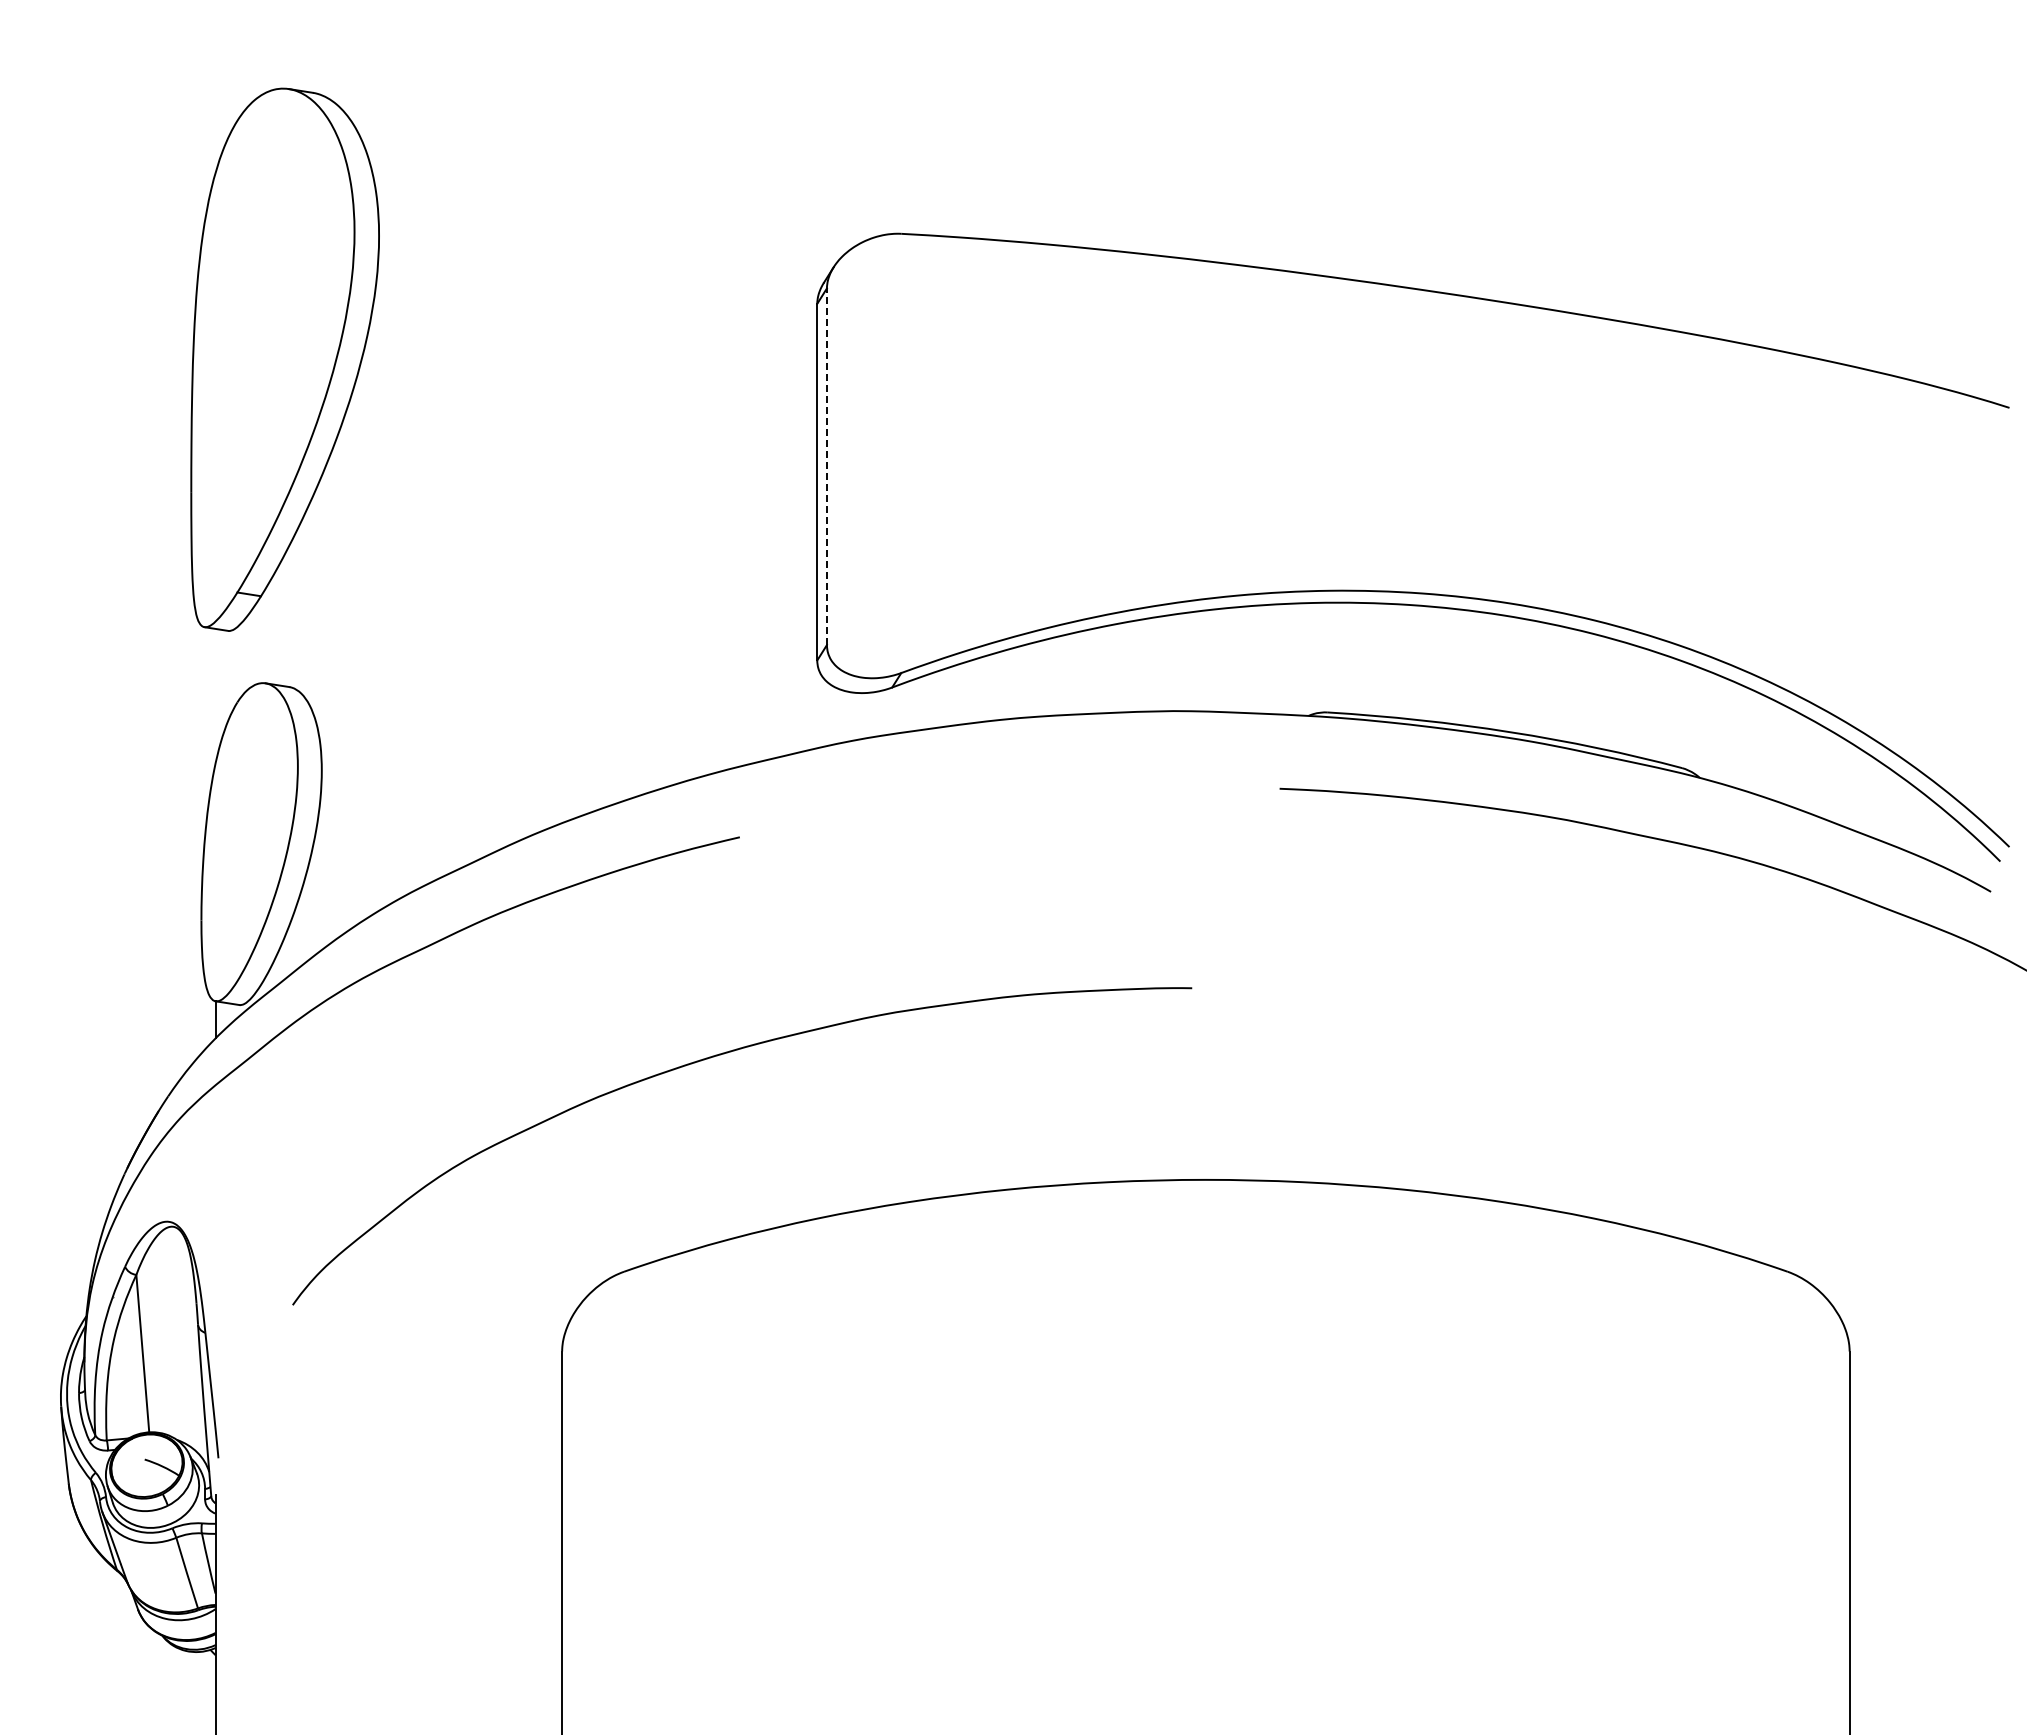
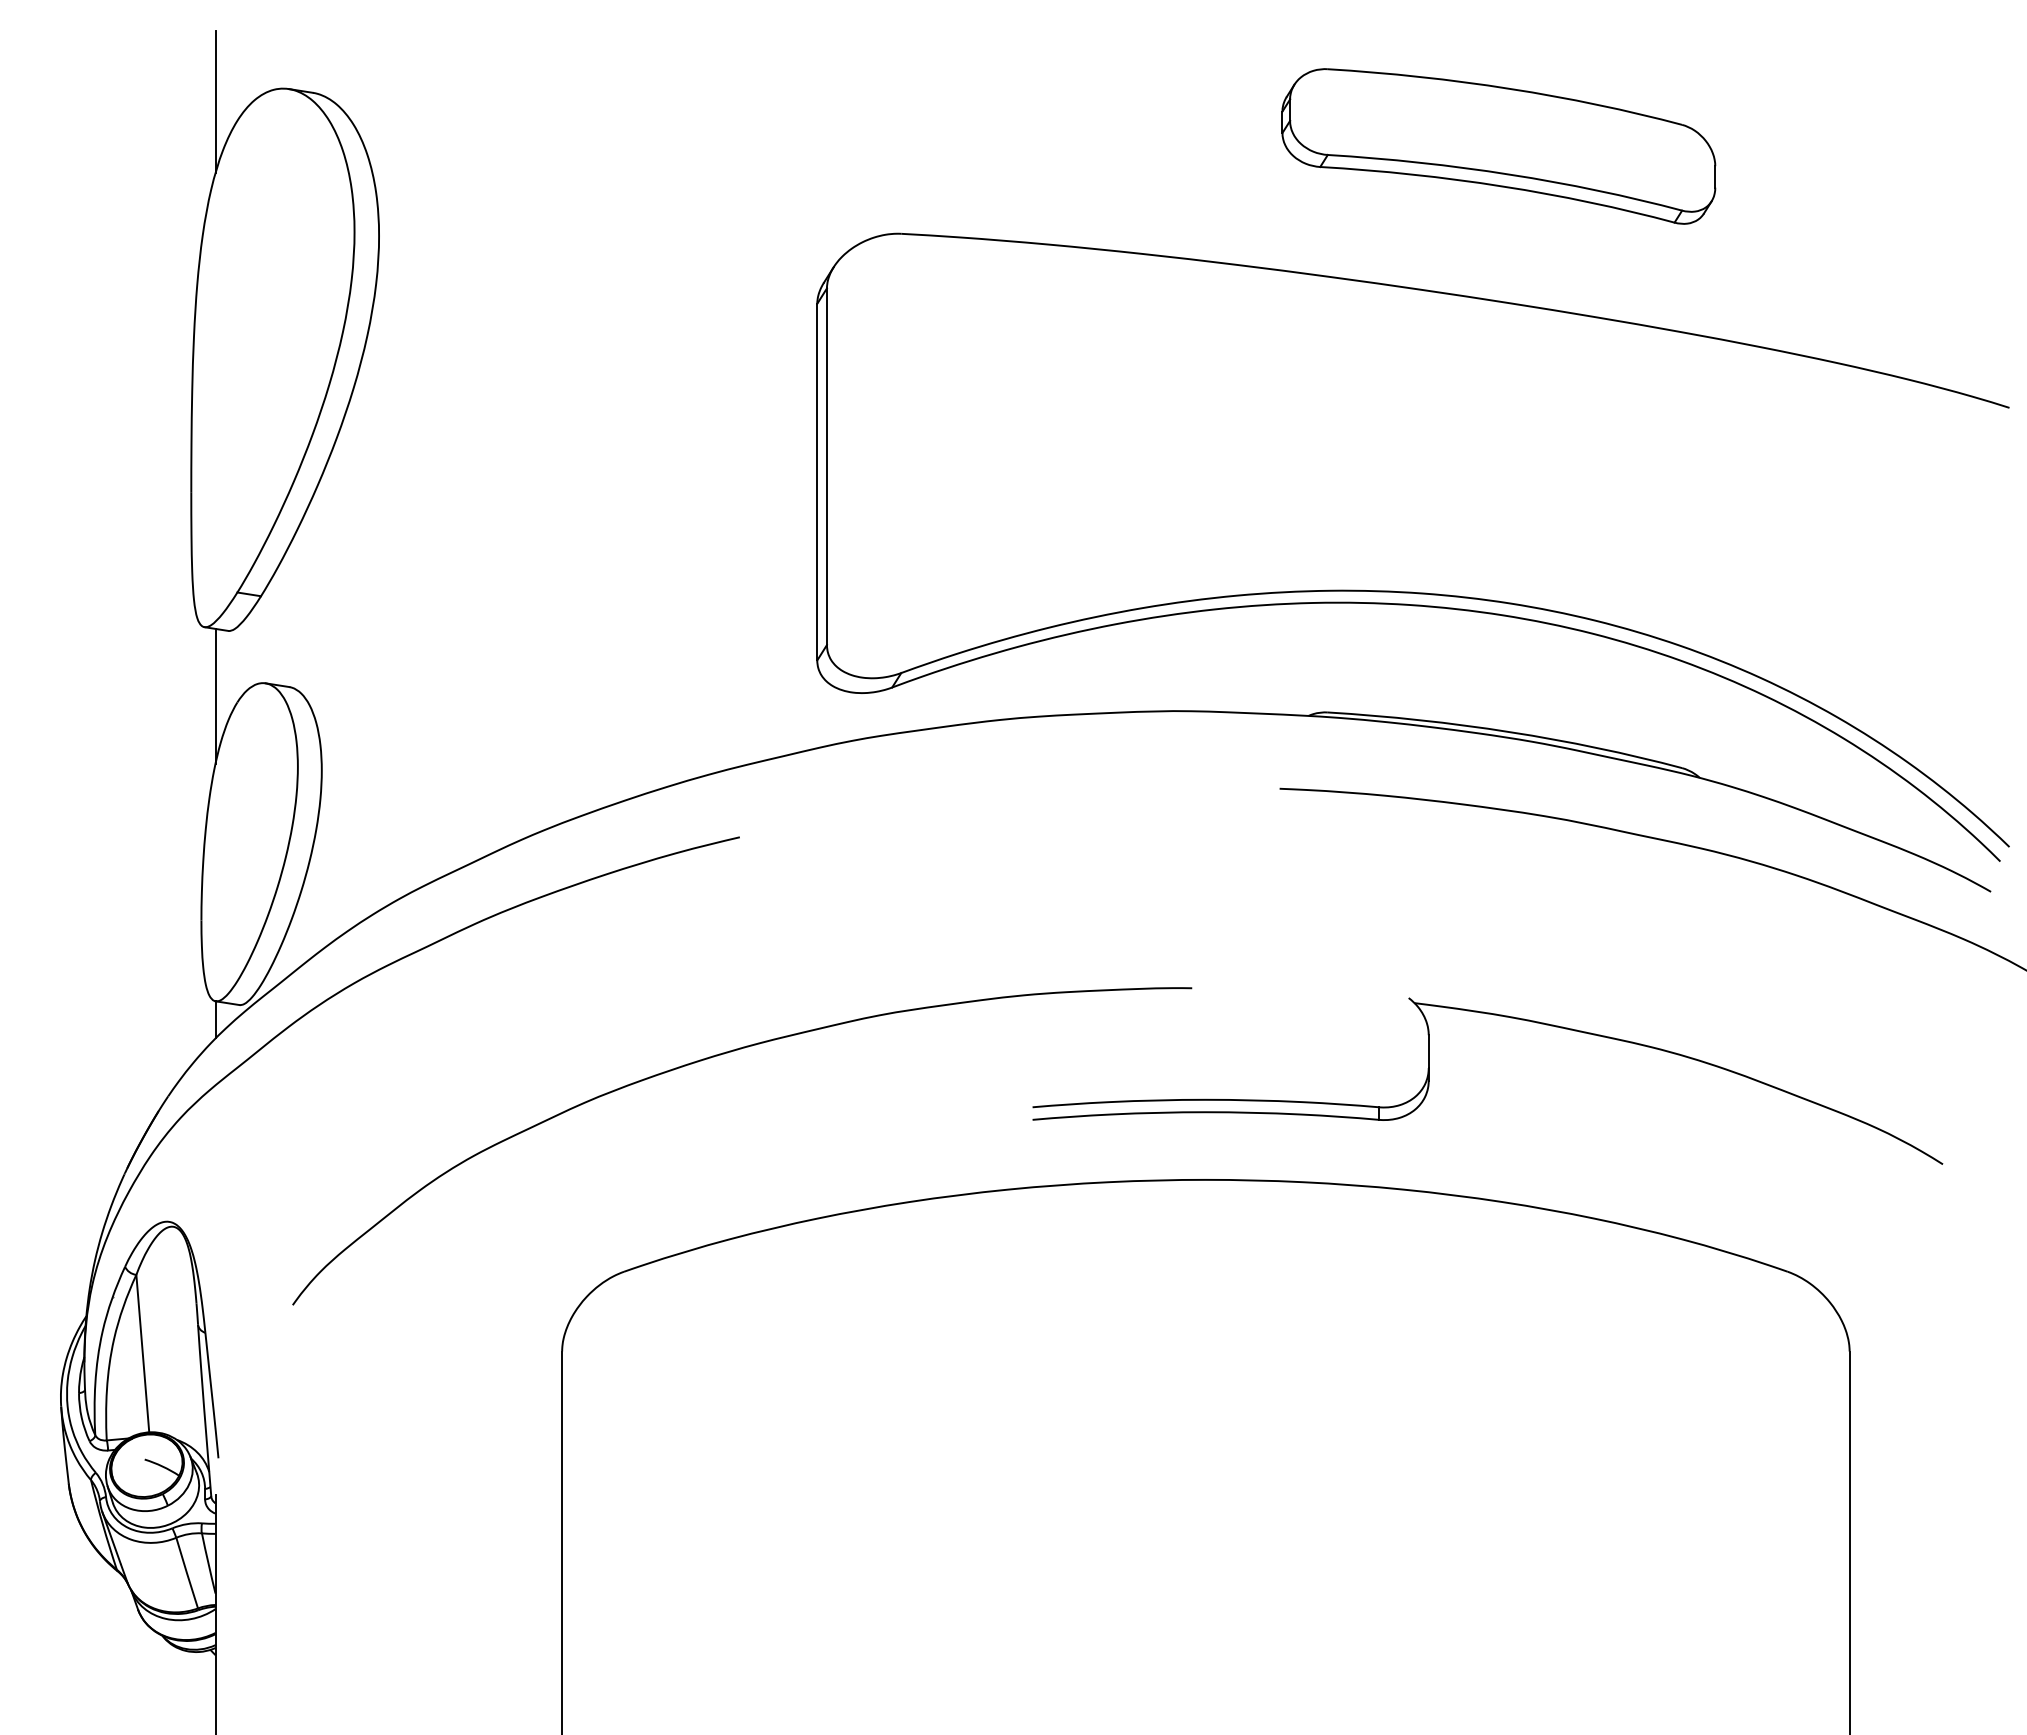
line at (215, 101): none -> present
part at (1498, 146): none -> present
line at (826, 466): dashed -> solid
line at (215, 695): none -> present
part at (1429, 1080): none -> present
